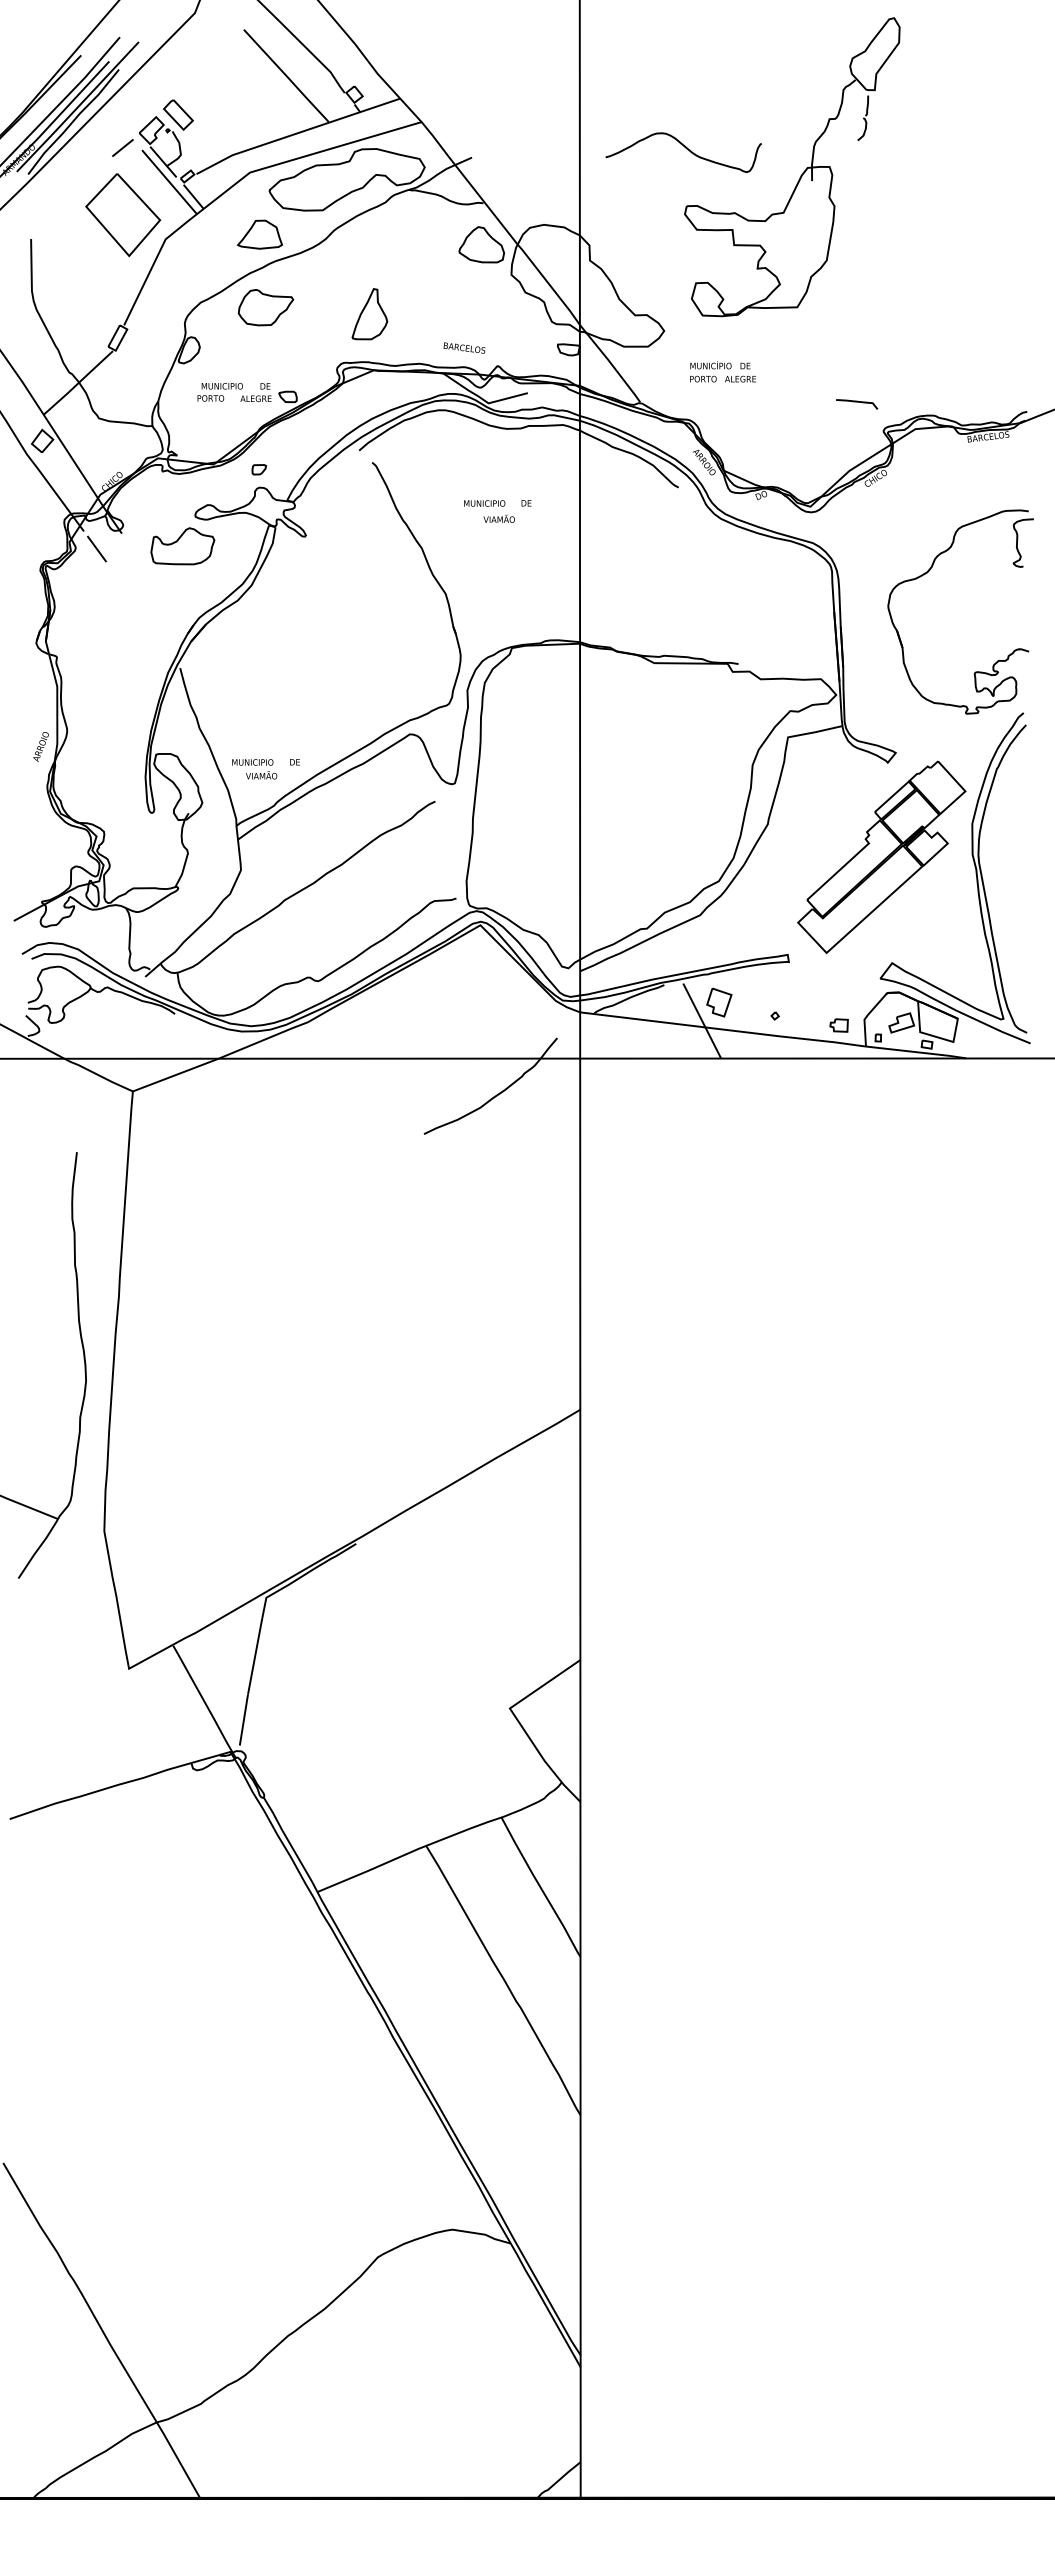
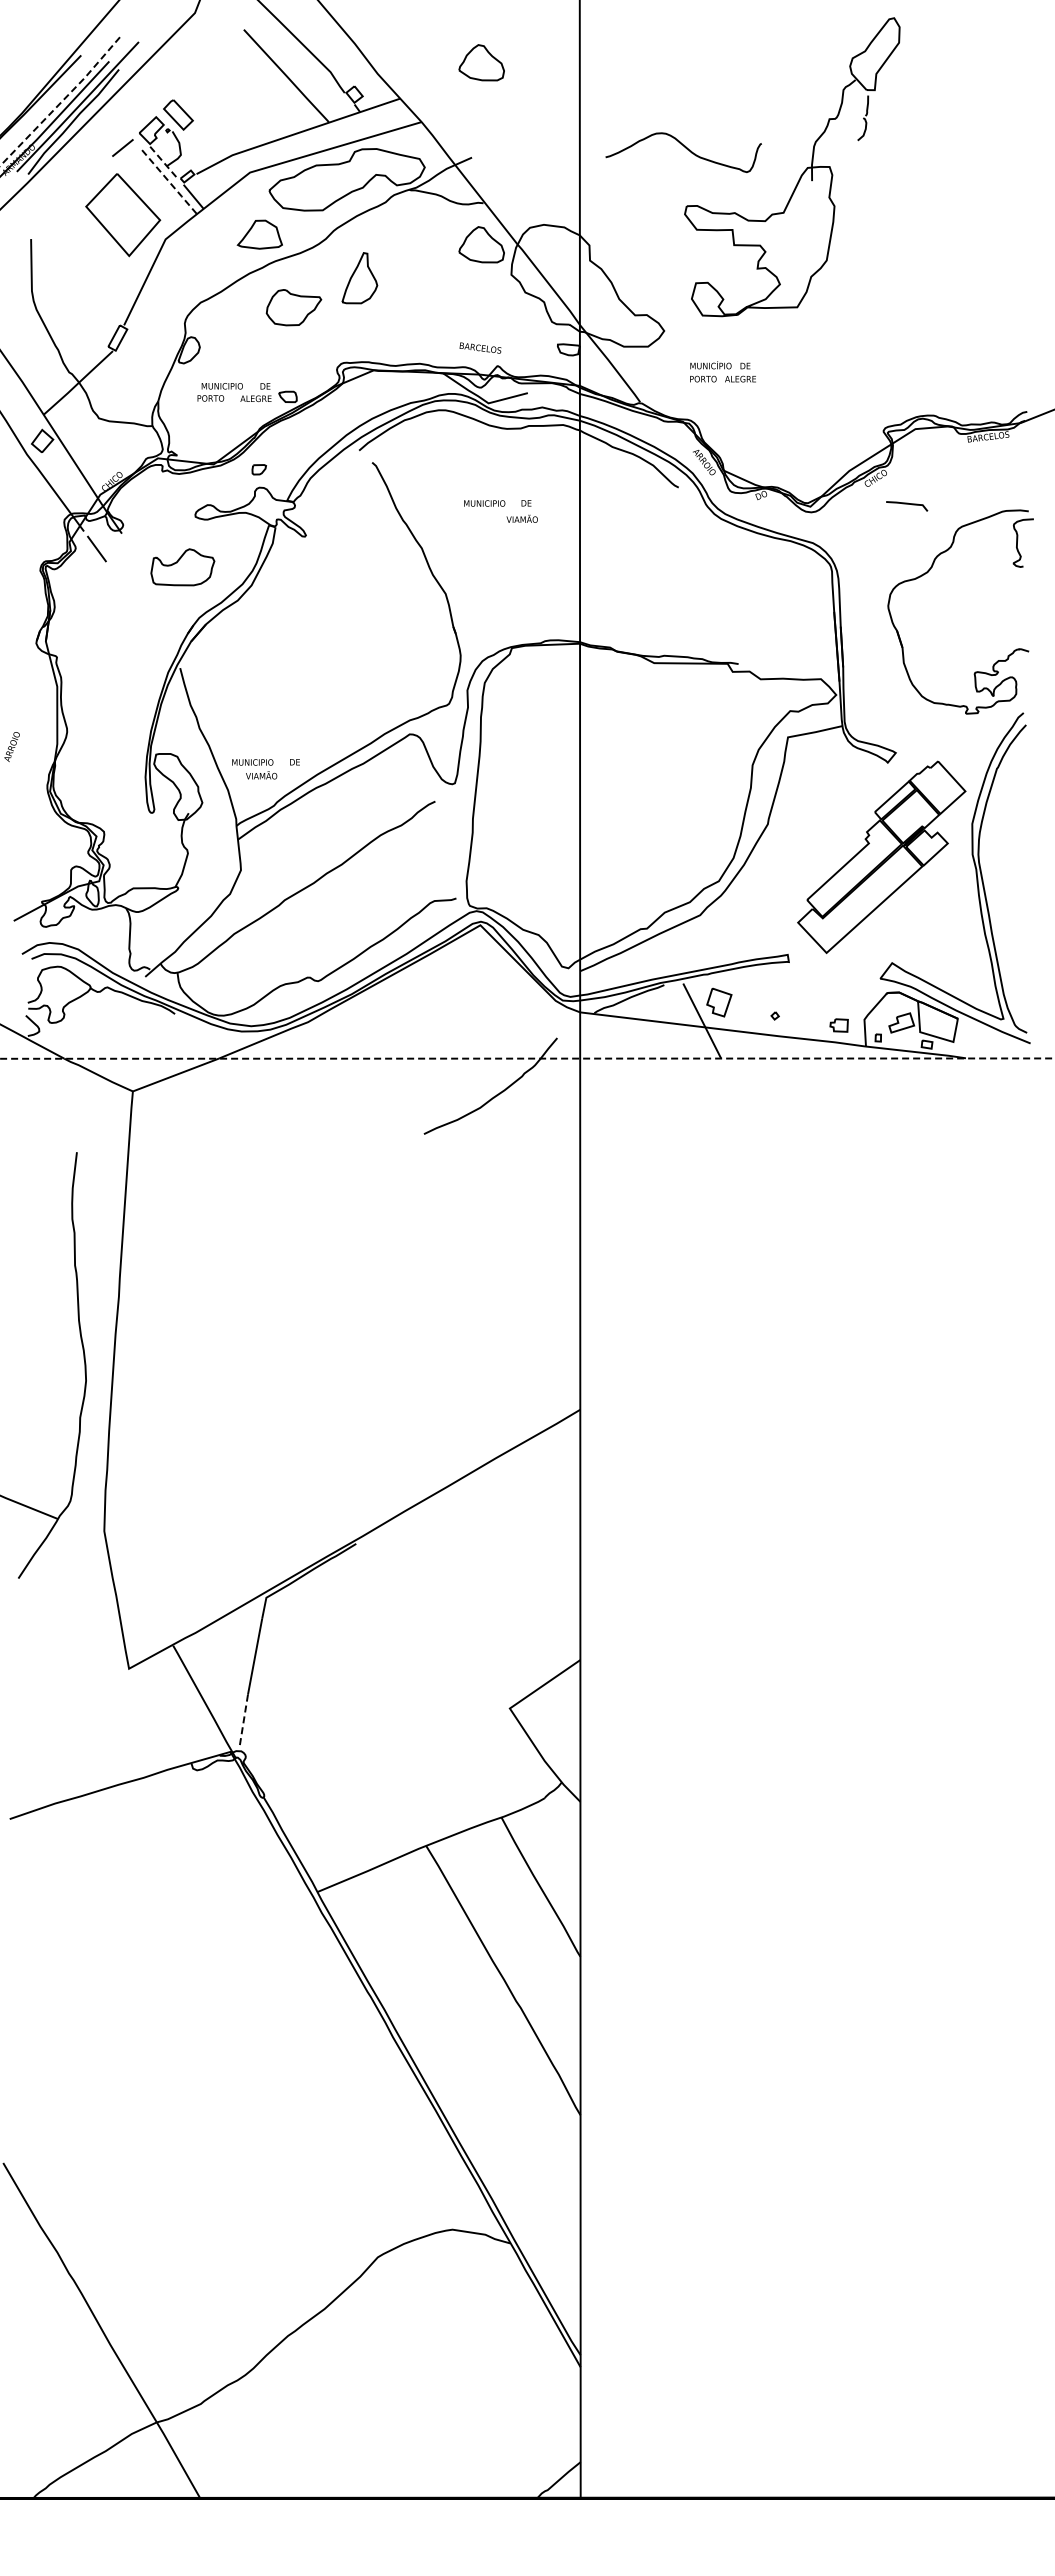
part at (481, 62): none -> present
line at (61, 102): solid -> dashed
line at (164, 163): solid -> dashed
line at (170, 183): solid -> dashed
part at (265, 307) position: (265, 307) -> (293, 307)
part at (369, 314) position: (369, 314) -> (359, 278)
text at (464, 347) position: (464, 347) -> (480, 347)
curve at (857, 402) position: (857, 402) -> (907, 504)
text at (498, 518) position: (498, 518) -> (521, 518)
part at (182, 546) position: (182, 546) -> (182, 567)
text at (40, 747) position: (40, 747) -> (11, 747)
line at (527, 1058): solid -> dashed
line at (243, 1720): solid -> dashed
